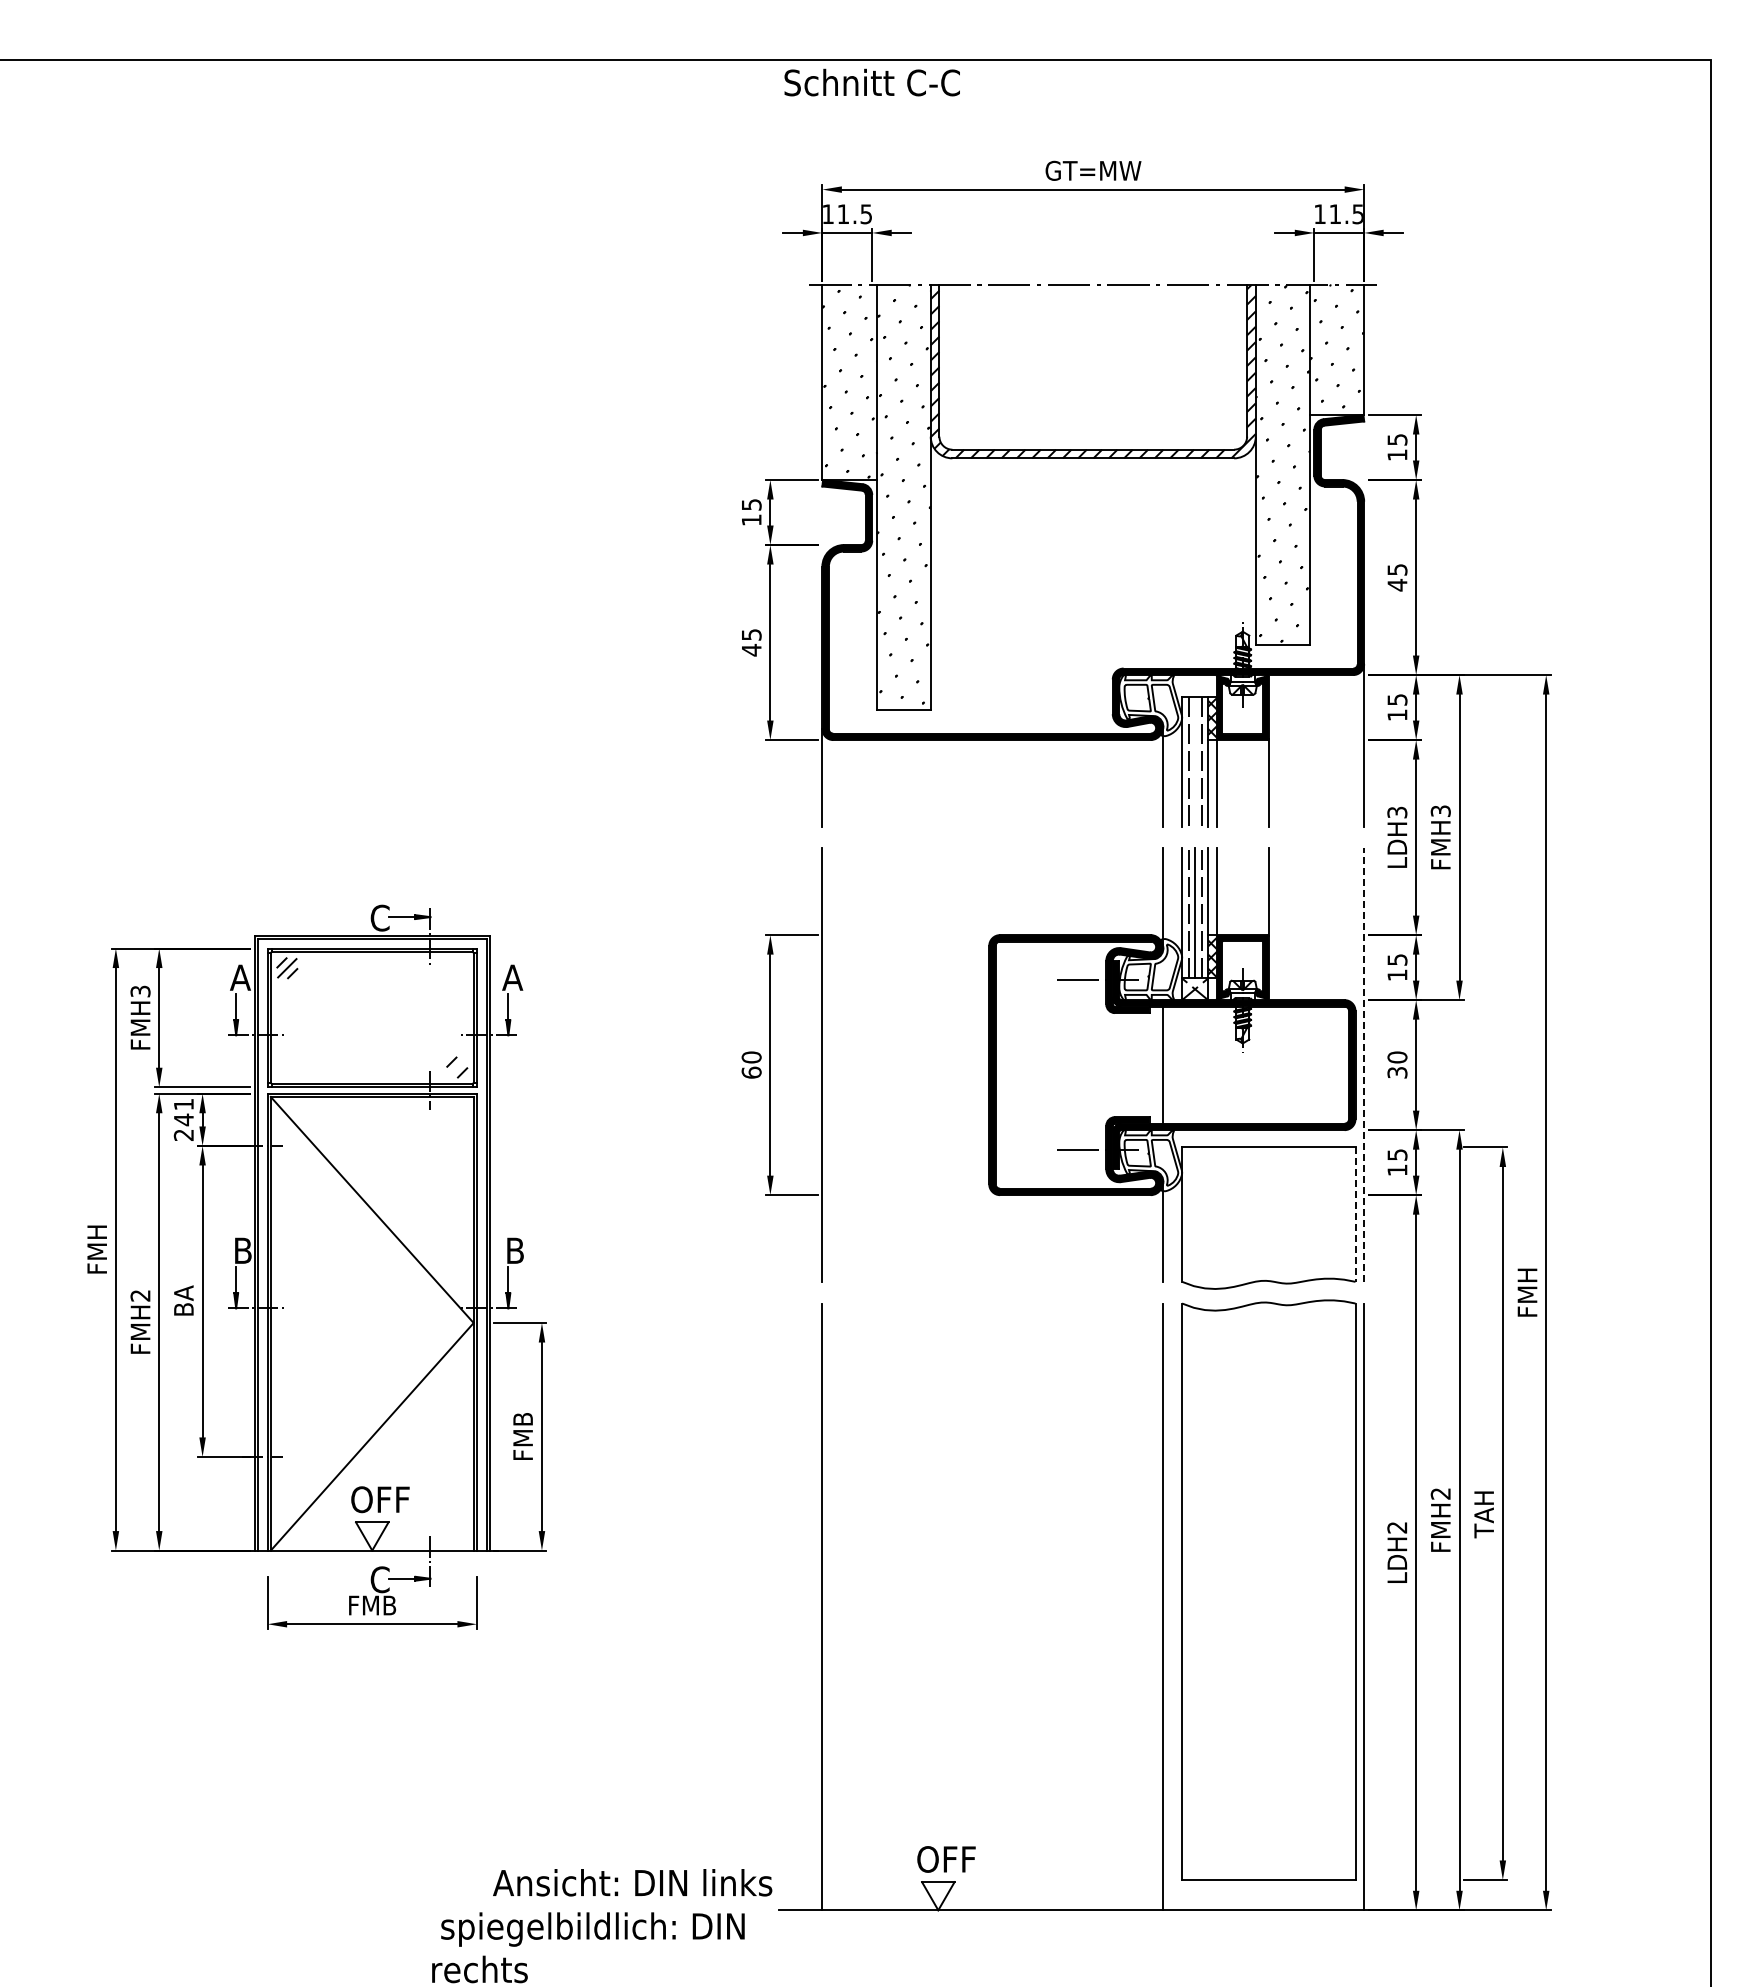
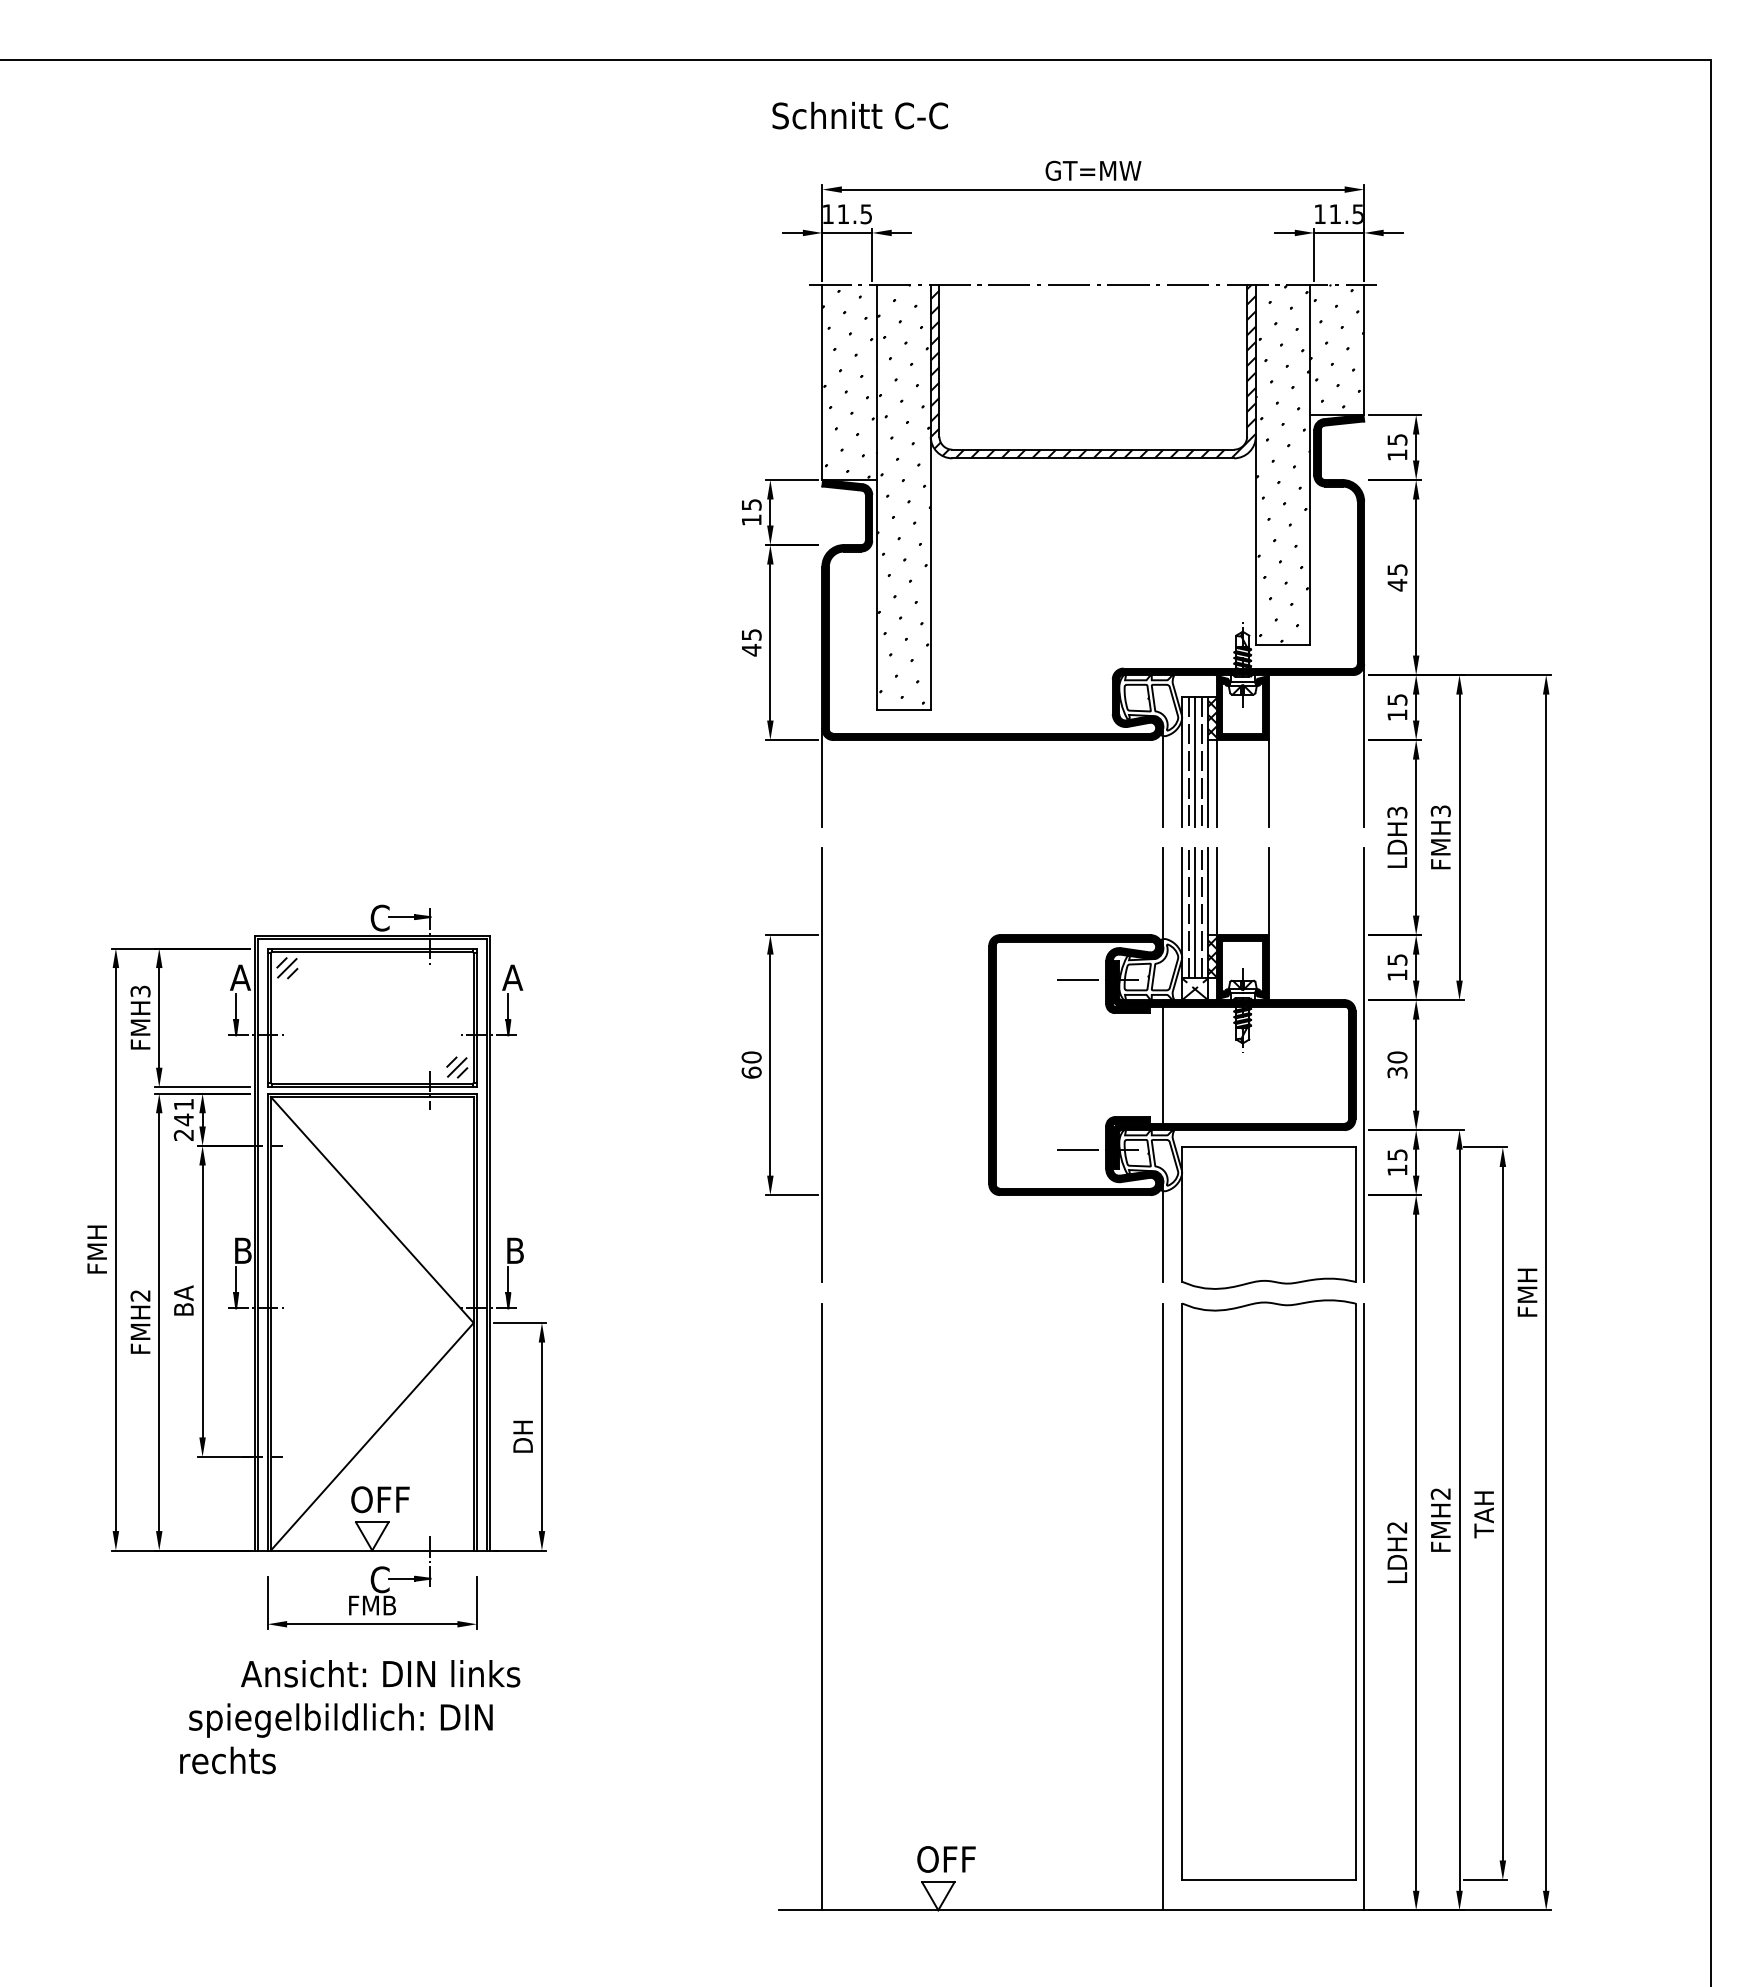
text at (871, 82) position: (871, 82) -> (859, 115)
line at (1195, 761): none -> present
line at (1364, 1065): dashed -> solid
line at (457, 1067): none -> present
line at (1355, 1215): dashed -> solid
text at (522, 1436): FMB -> DH
text at (602, 1926) position: (602, 1926) -> (350, 1717)
